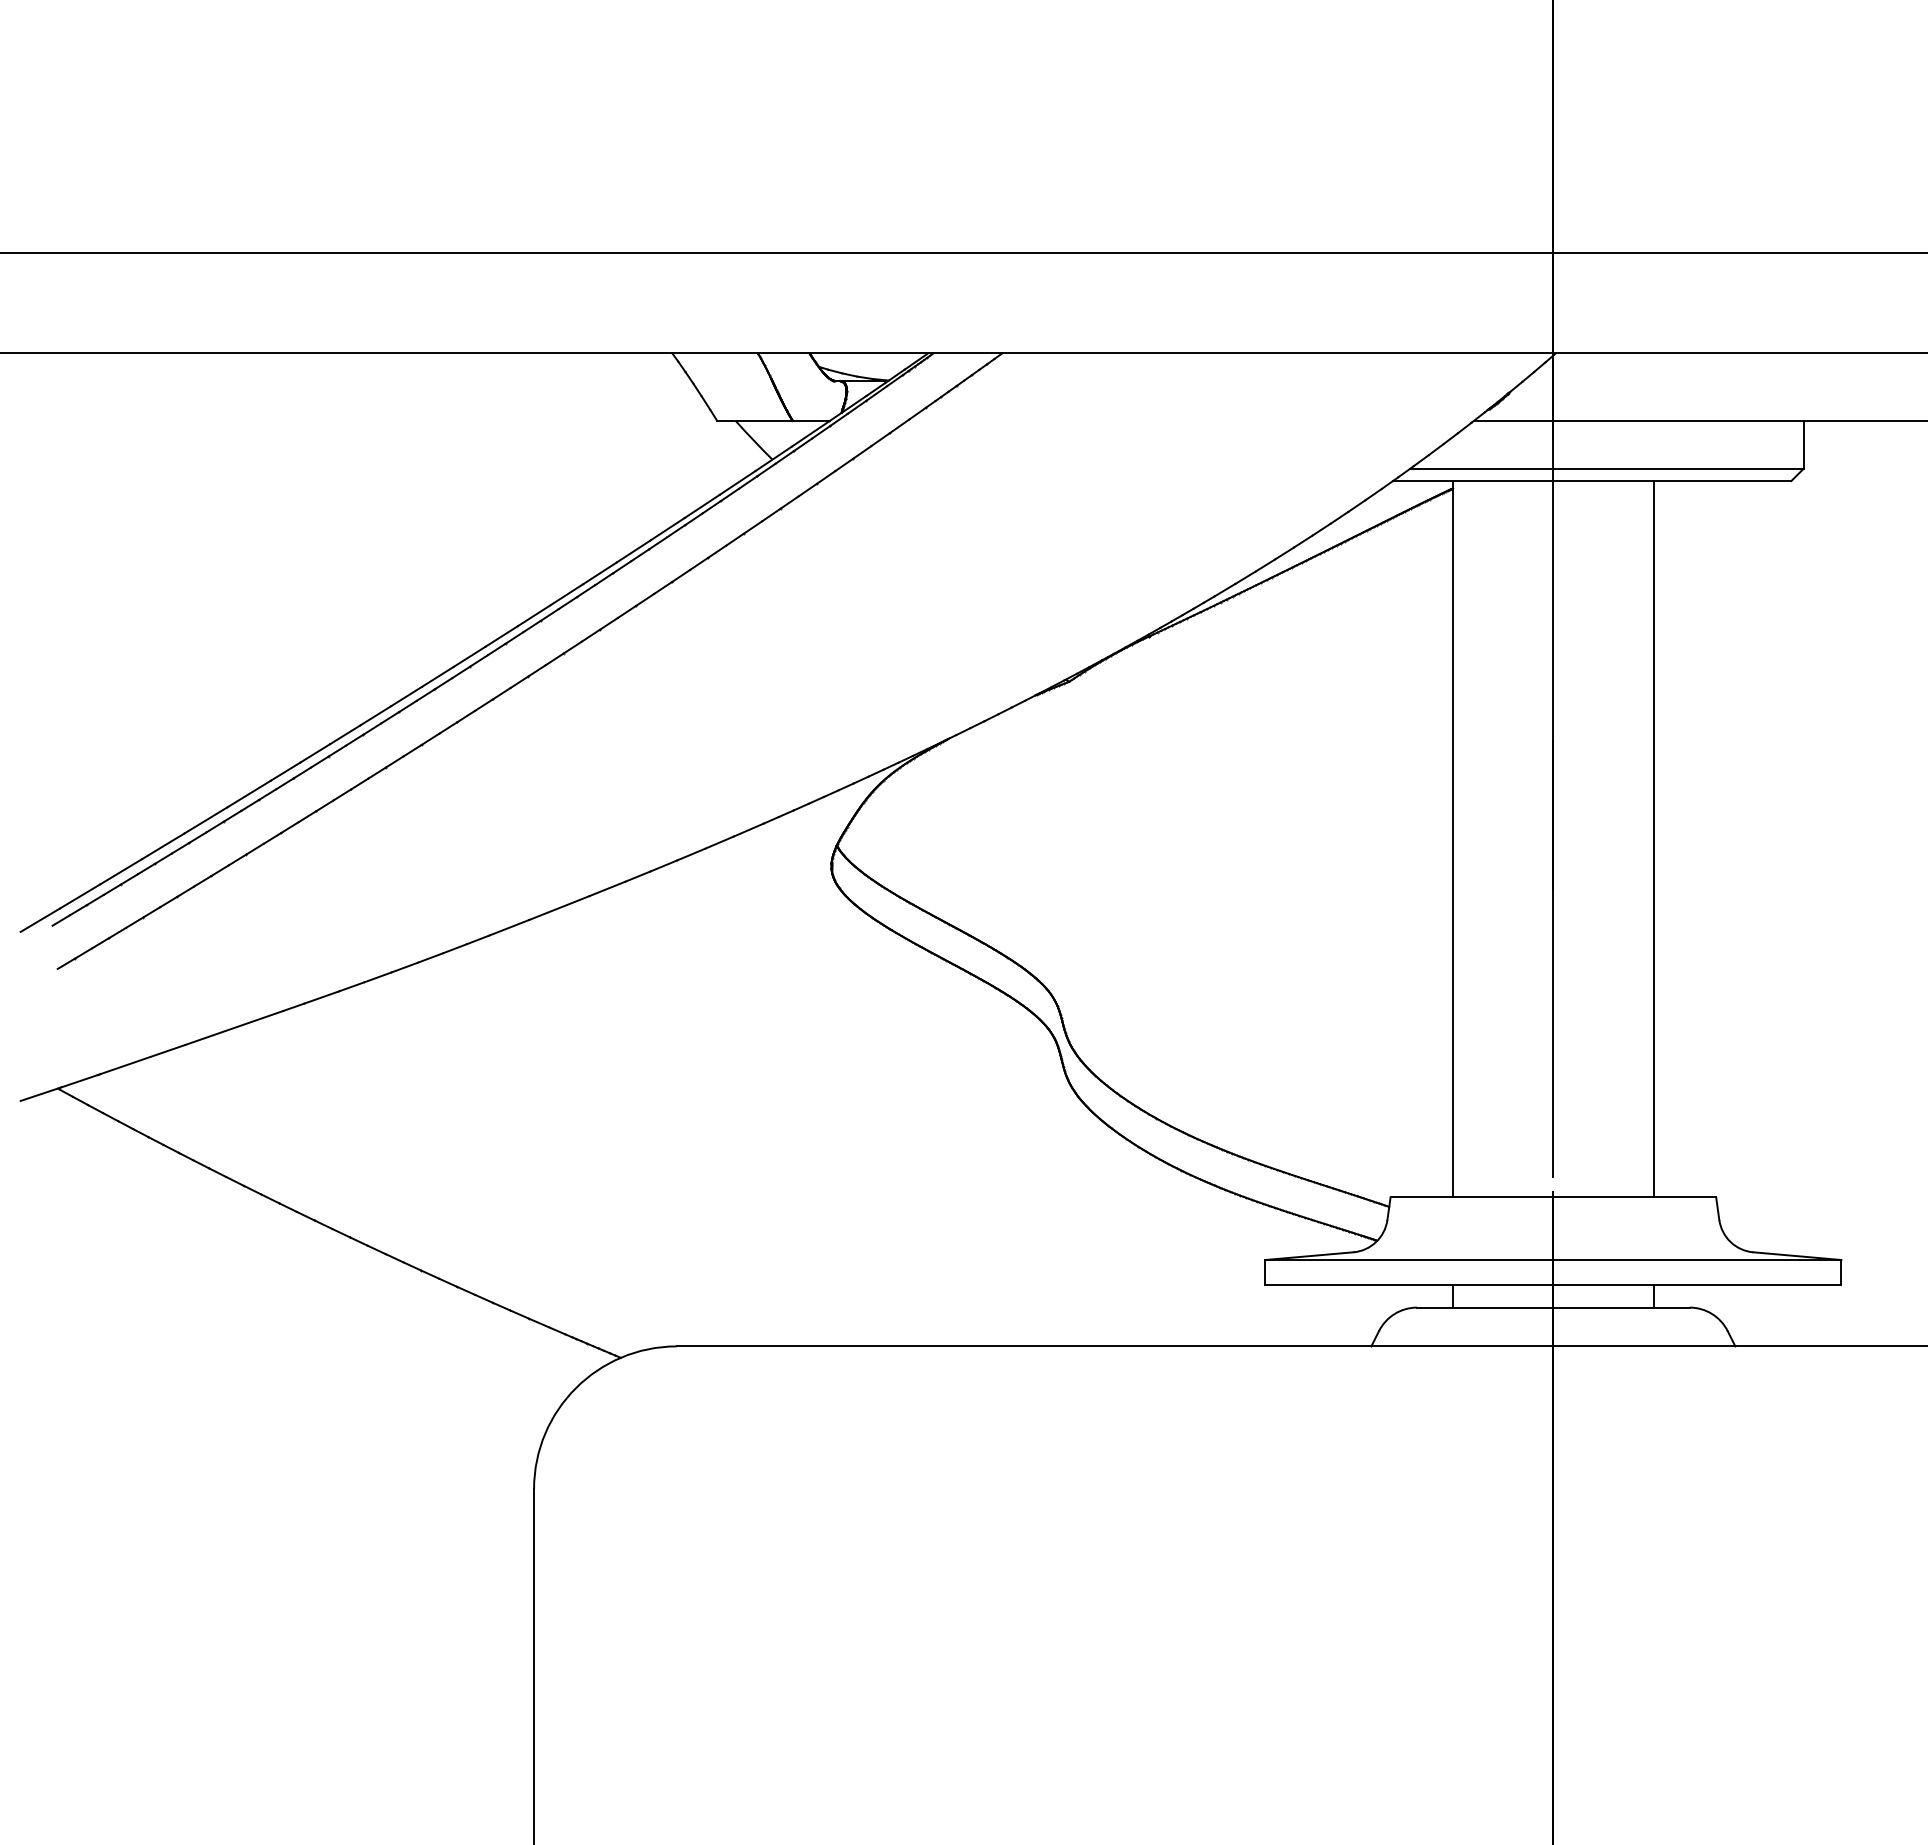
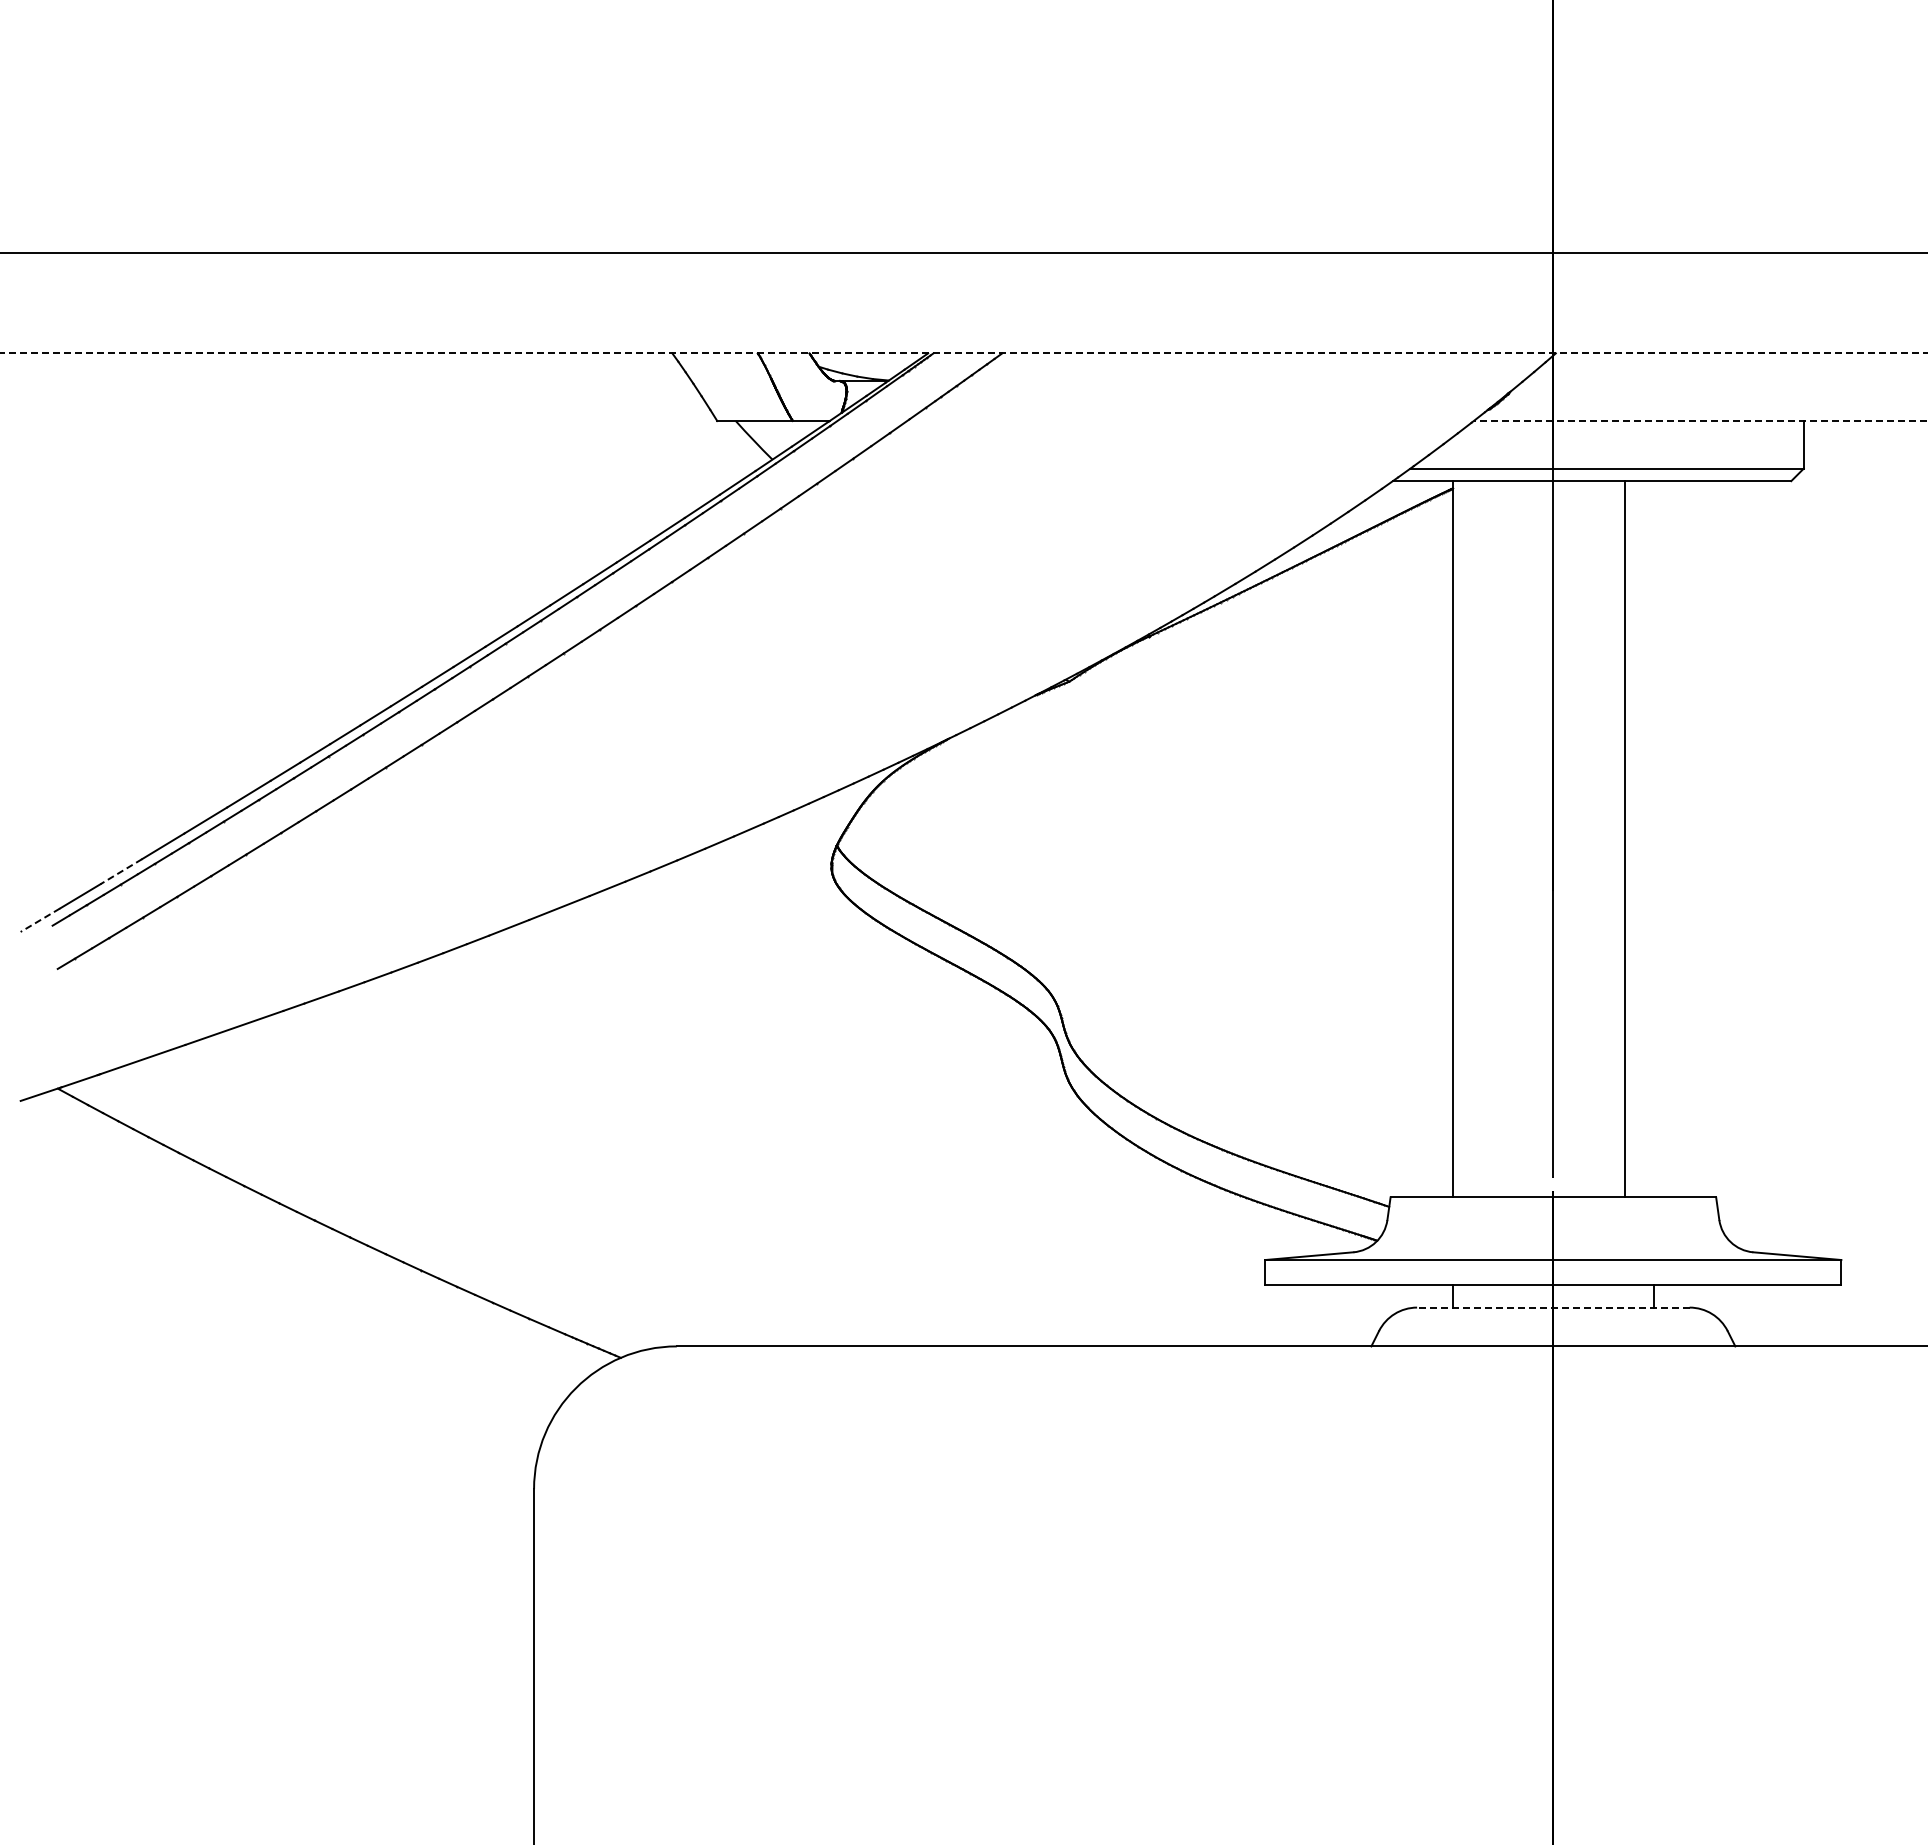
line at (964, 353): solid -> dashed
line at (1700, 421): solid -> dashed
line at (1653, 839) position: (1653, 839) -> (1624, 839)
line at (120, 871): solid -> dashed
line at (40, 920): solid -> dashed
line at (1552, 1307): solid -> dashed
